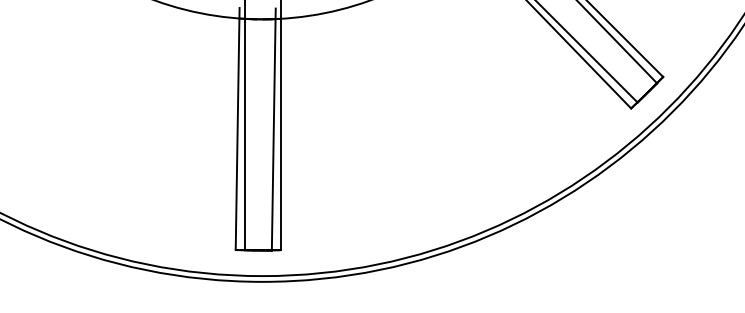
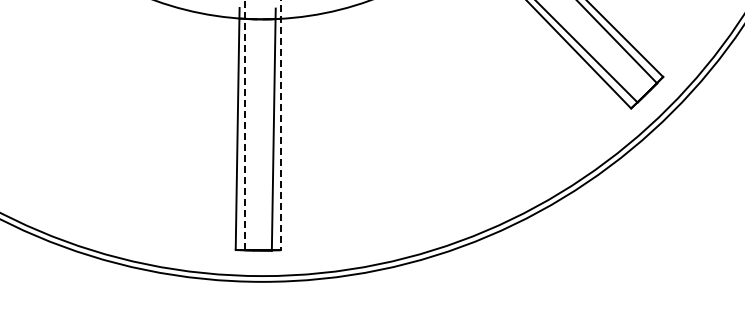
line at (244, 125): solid -> dashed
line at (280, 125): solid -> dashed
